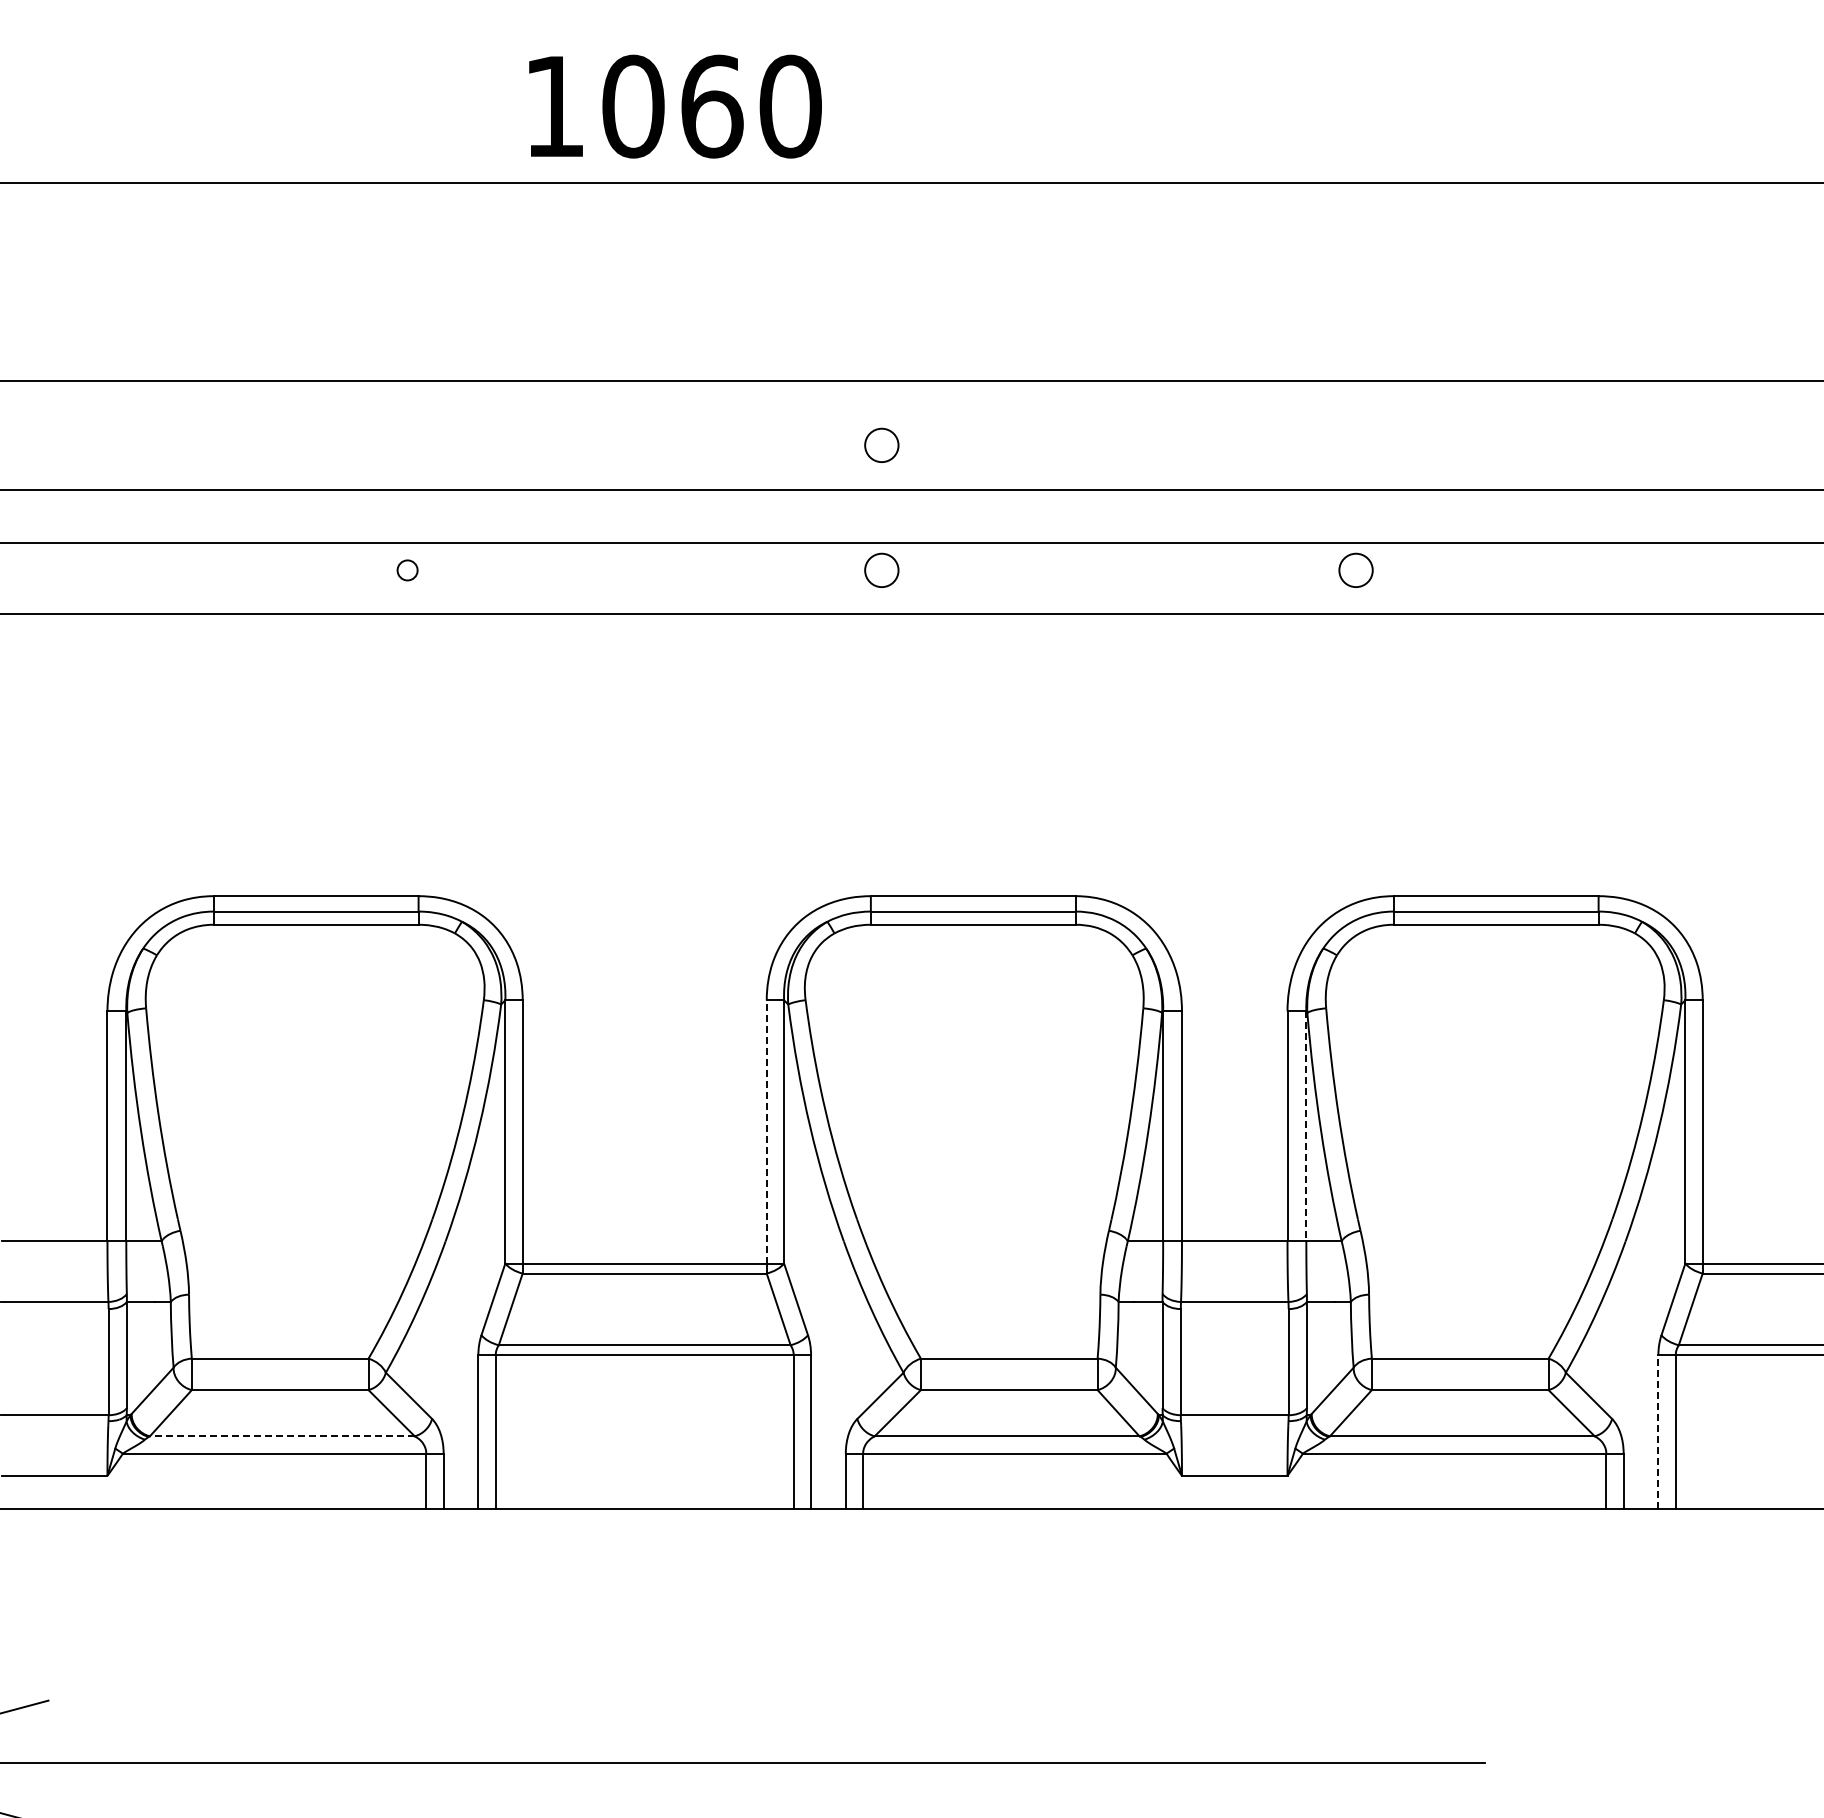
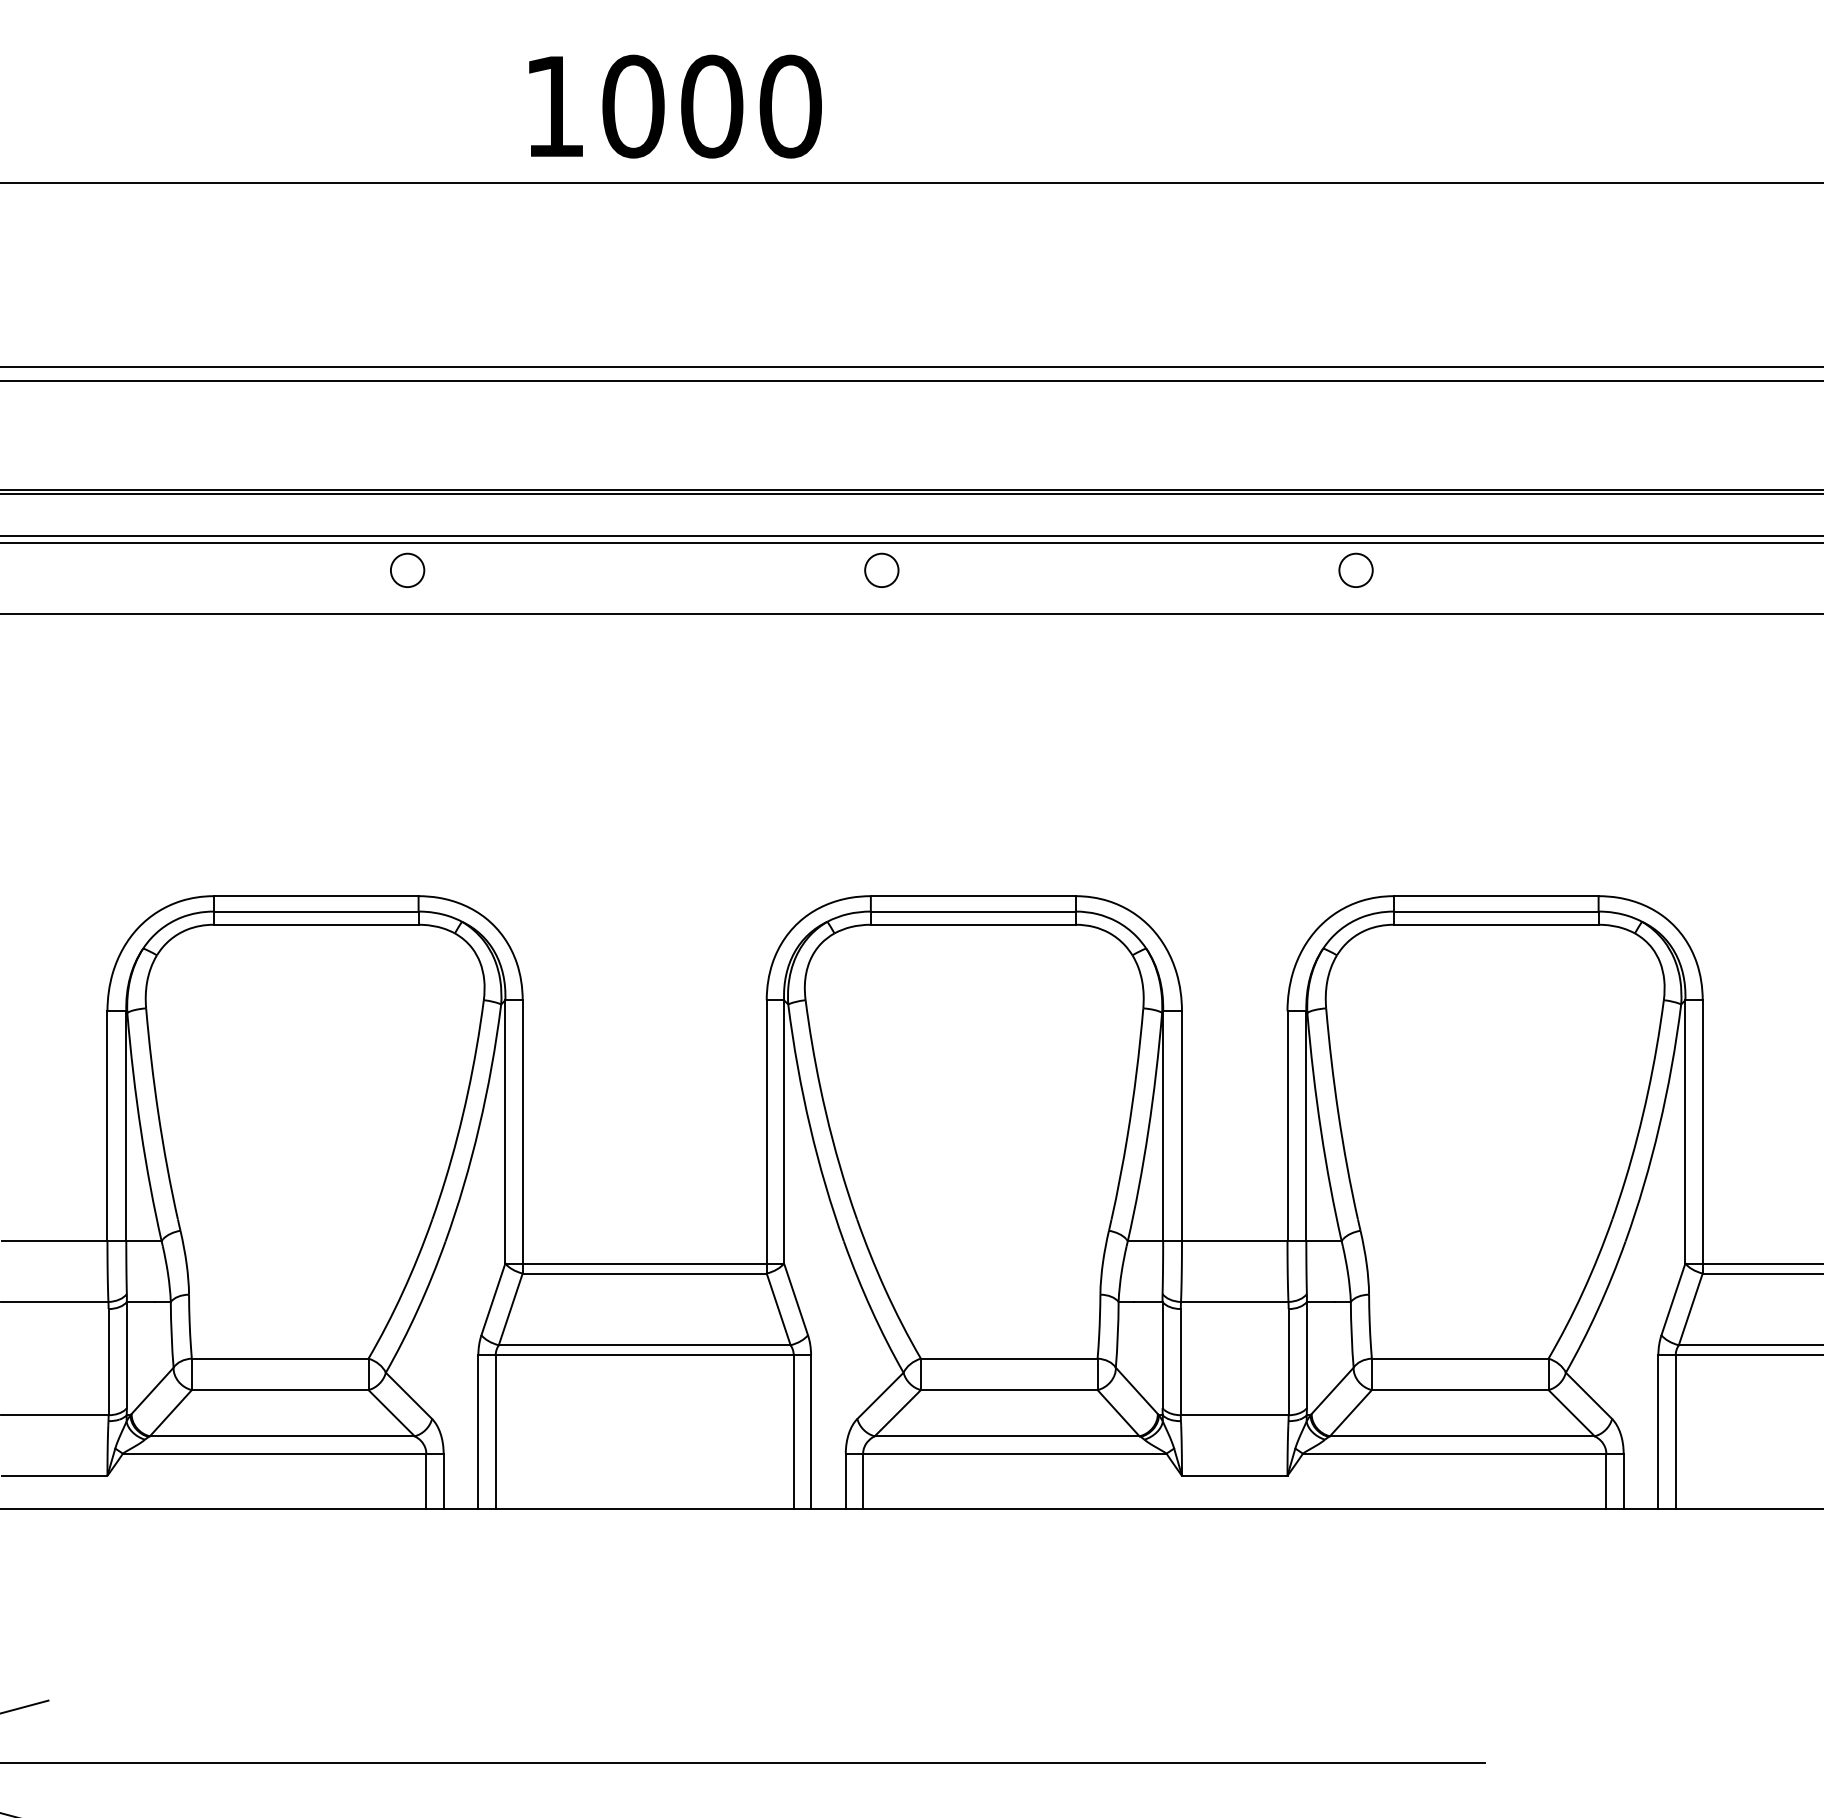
text at (712, 106): 1060 -> 1000
line at (911, 367): none -> present
circle at (881, 444): present -> none
line at (911, 493): none -> present
line at (911, 535): none -> present
circle at (407, 570) diameter: 20 px -> 33 px
line at (1306, 1126): dashed -> solid
line at (766, 1131): dashed -> solid
line at (1658, 1432): dashed -> solid
line at (281, 1436): dashed -> solid
